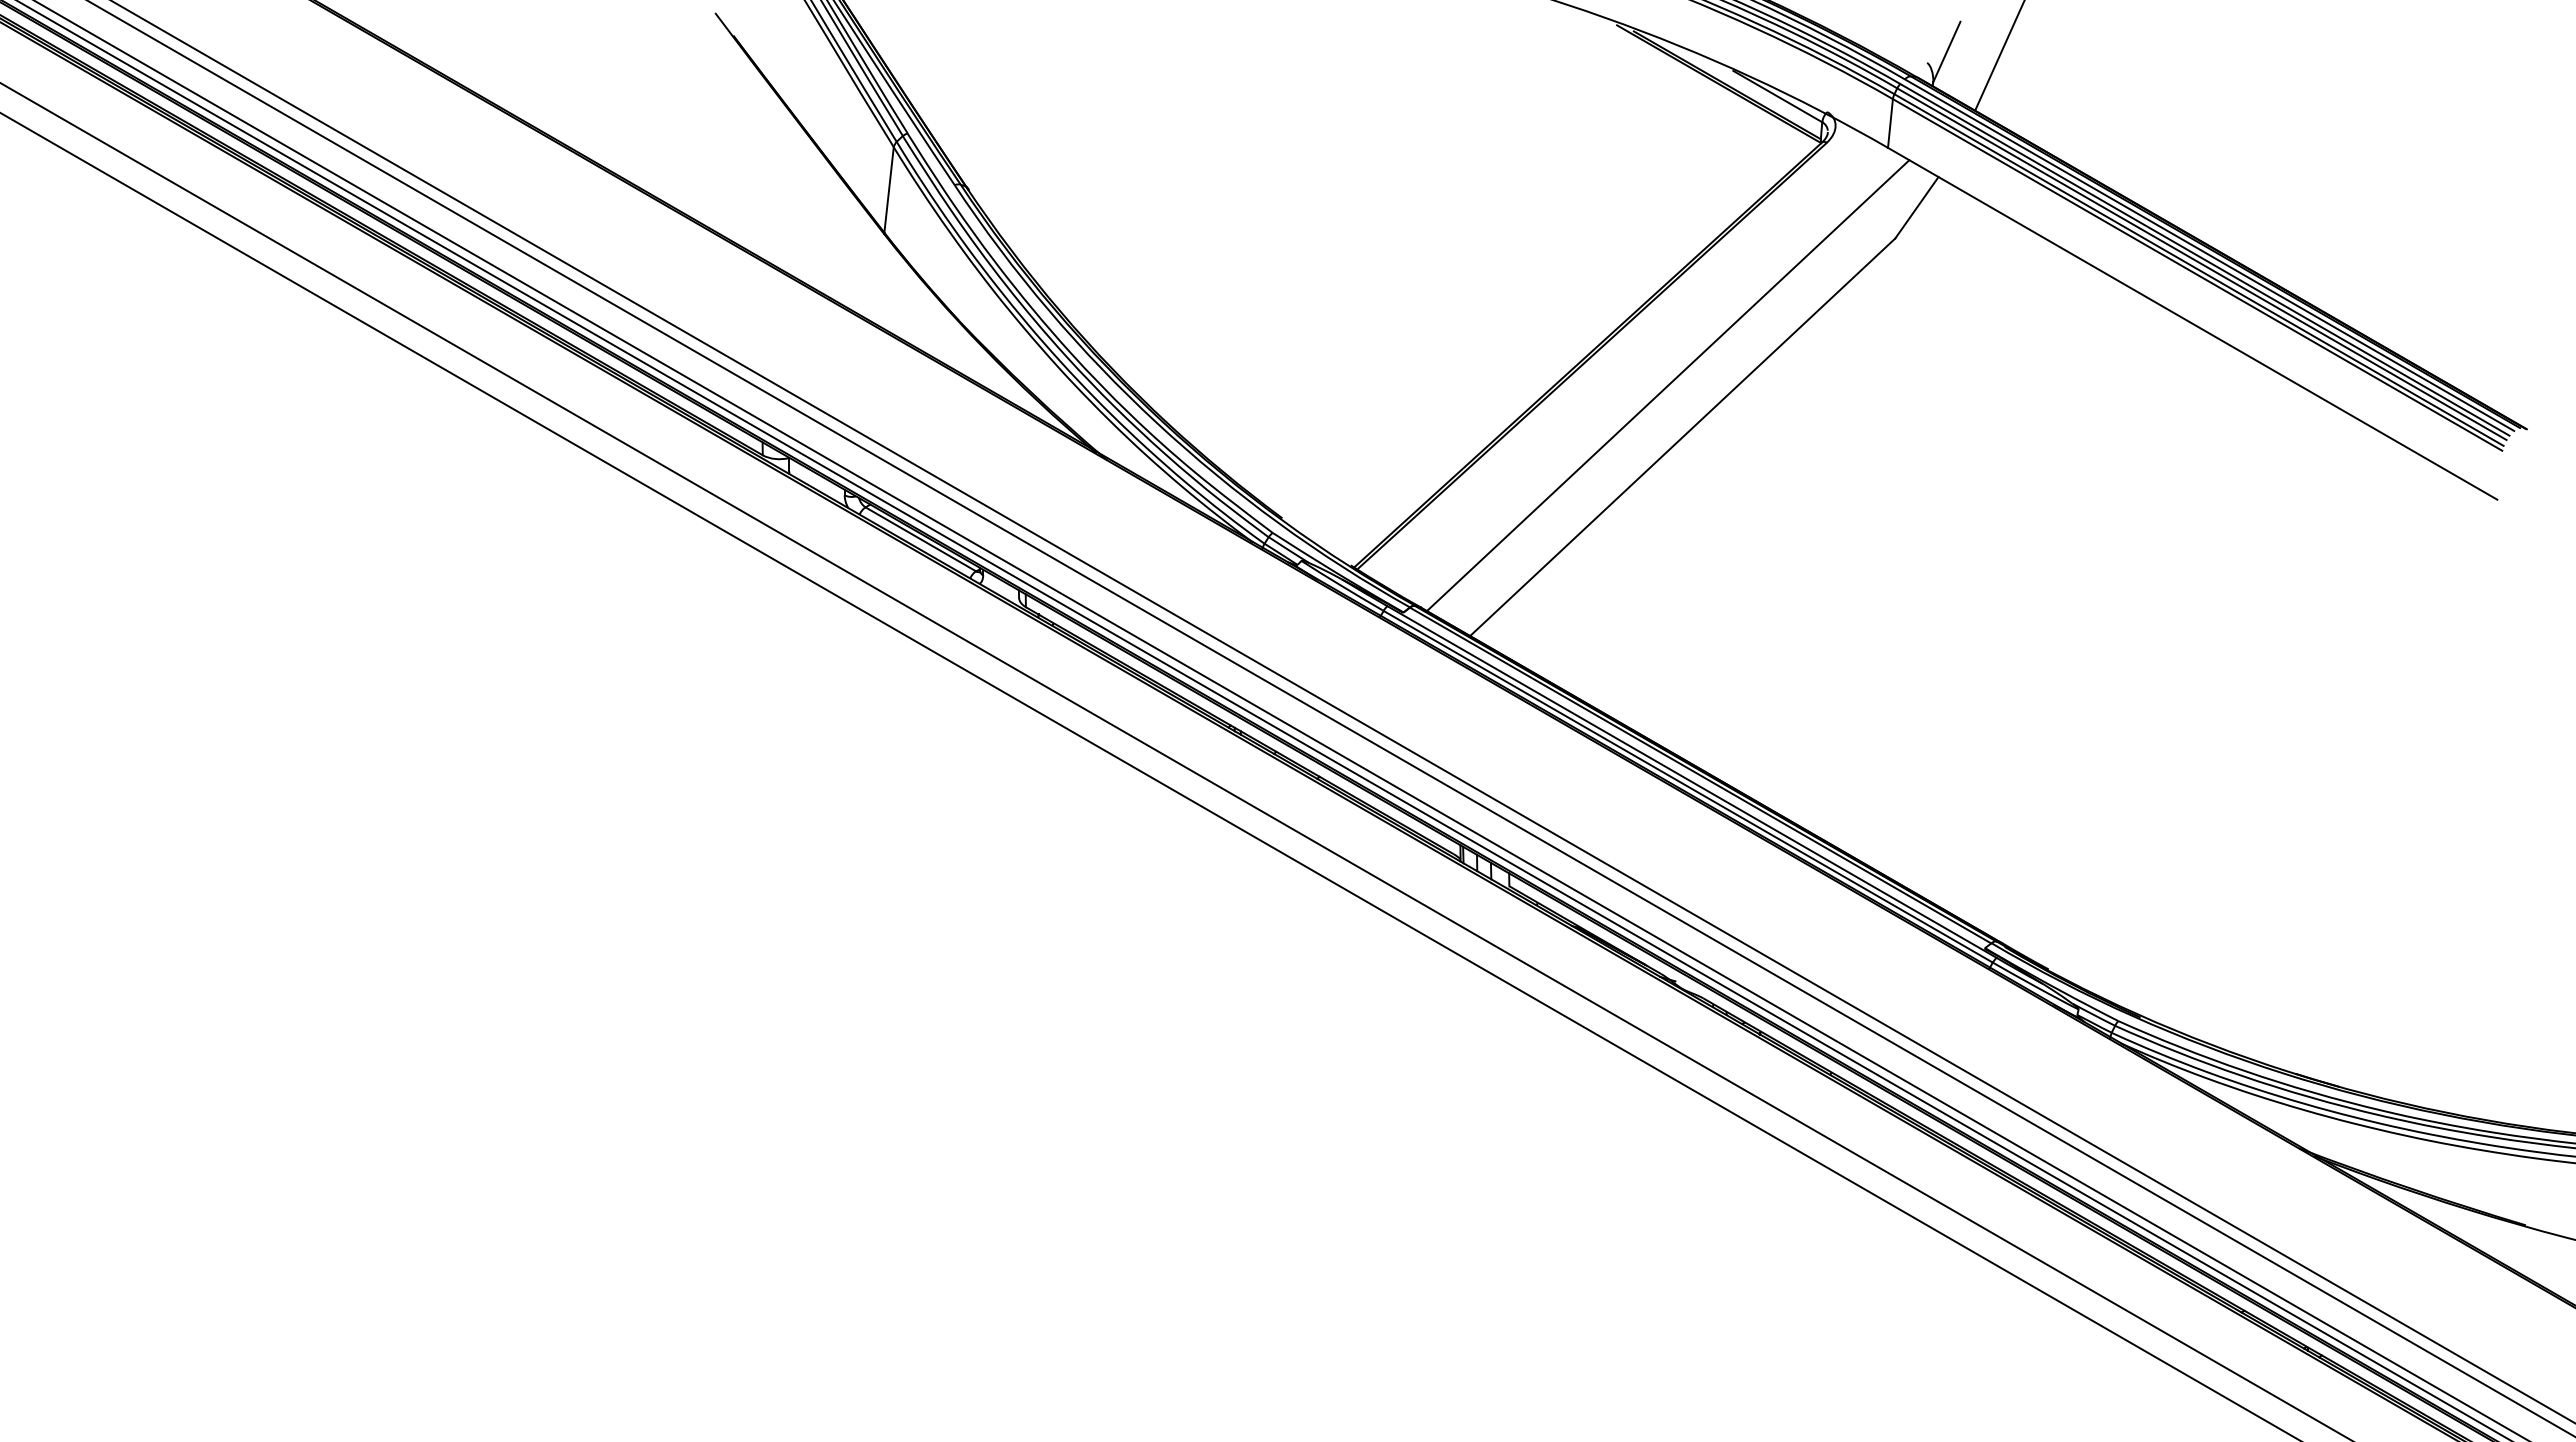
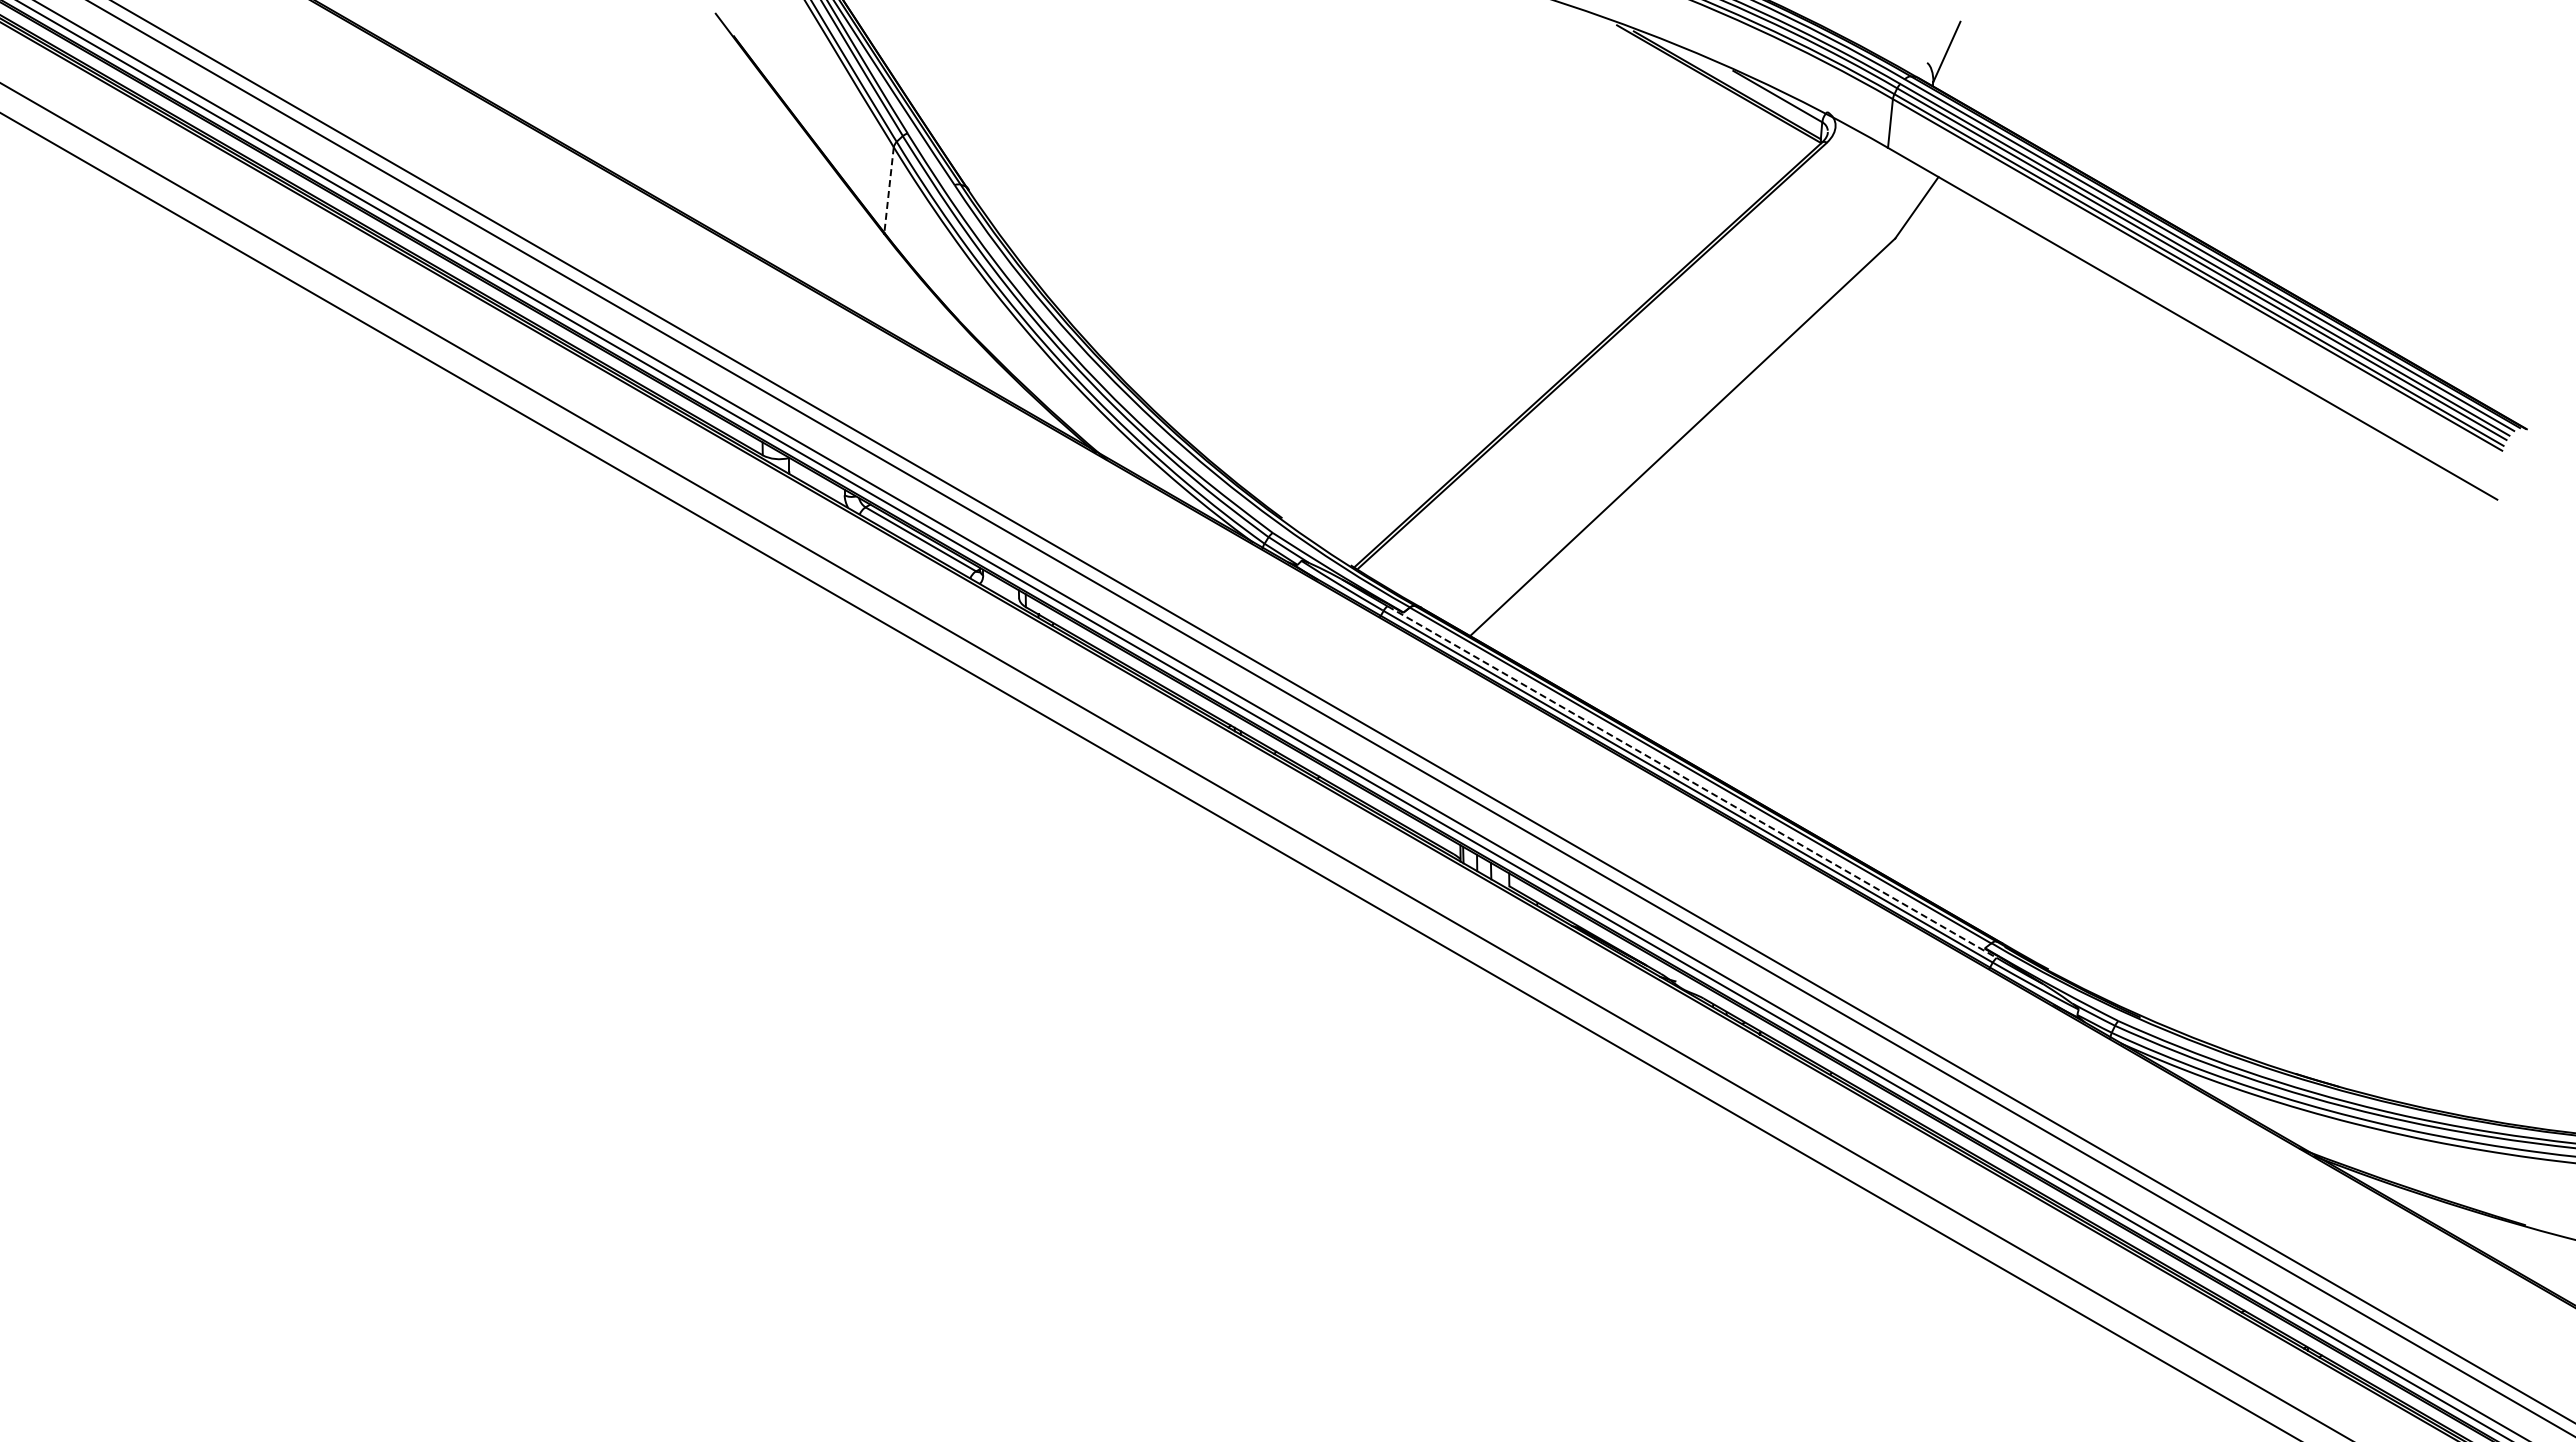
line at (1999, 56): present -> none
line at (889, 190): solid -> dashed
line at (1667, 385): present -> none
line at (1692, 782): solid -> dashed
